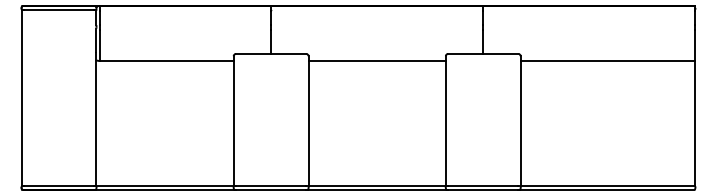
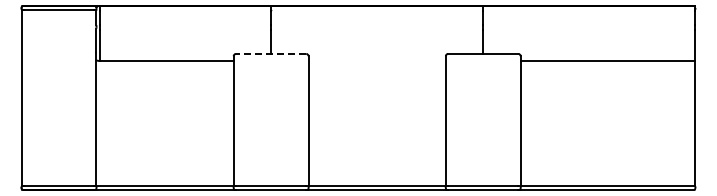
line at (270, 53): solid -> dashed
line at (376, 60): present -> none
